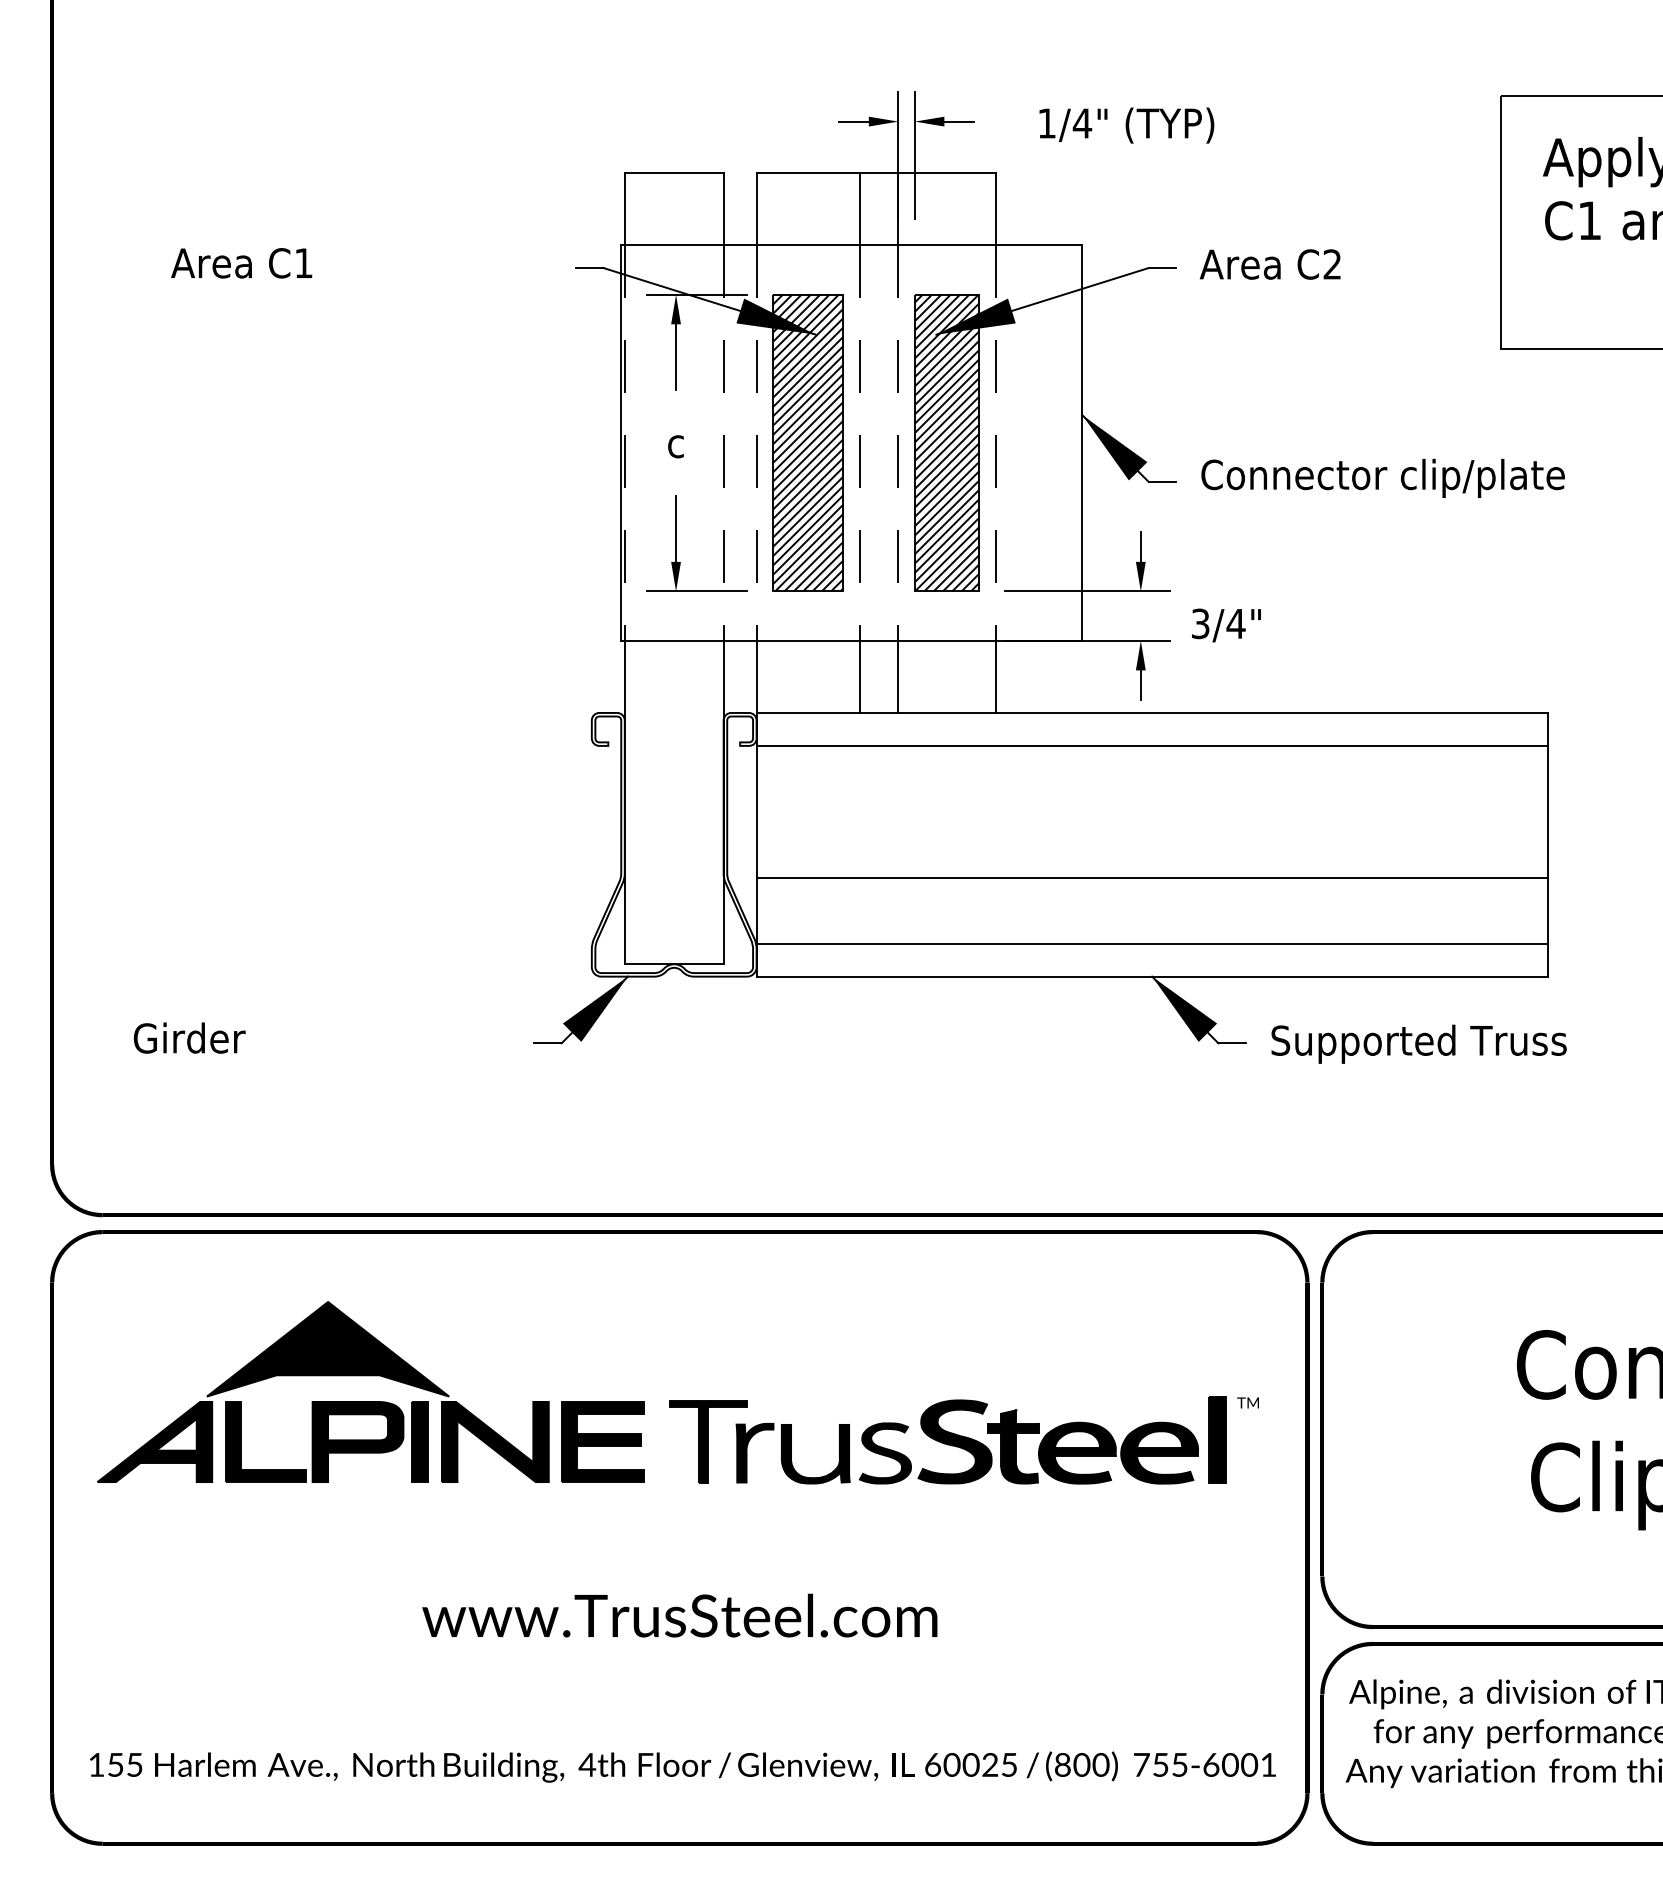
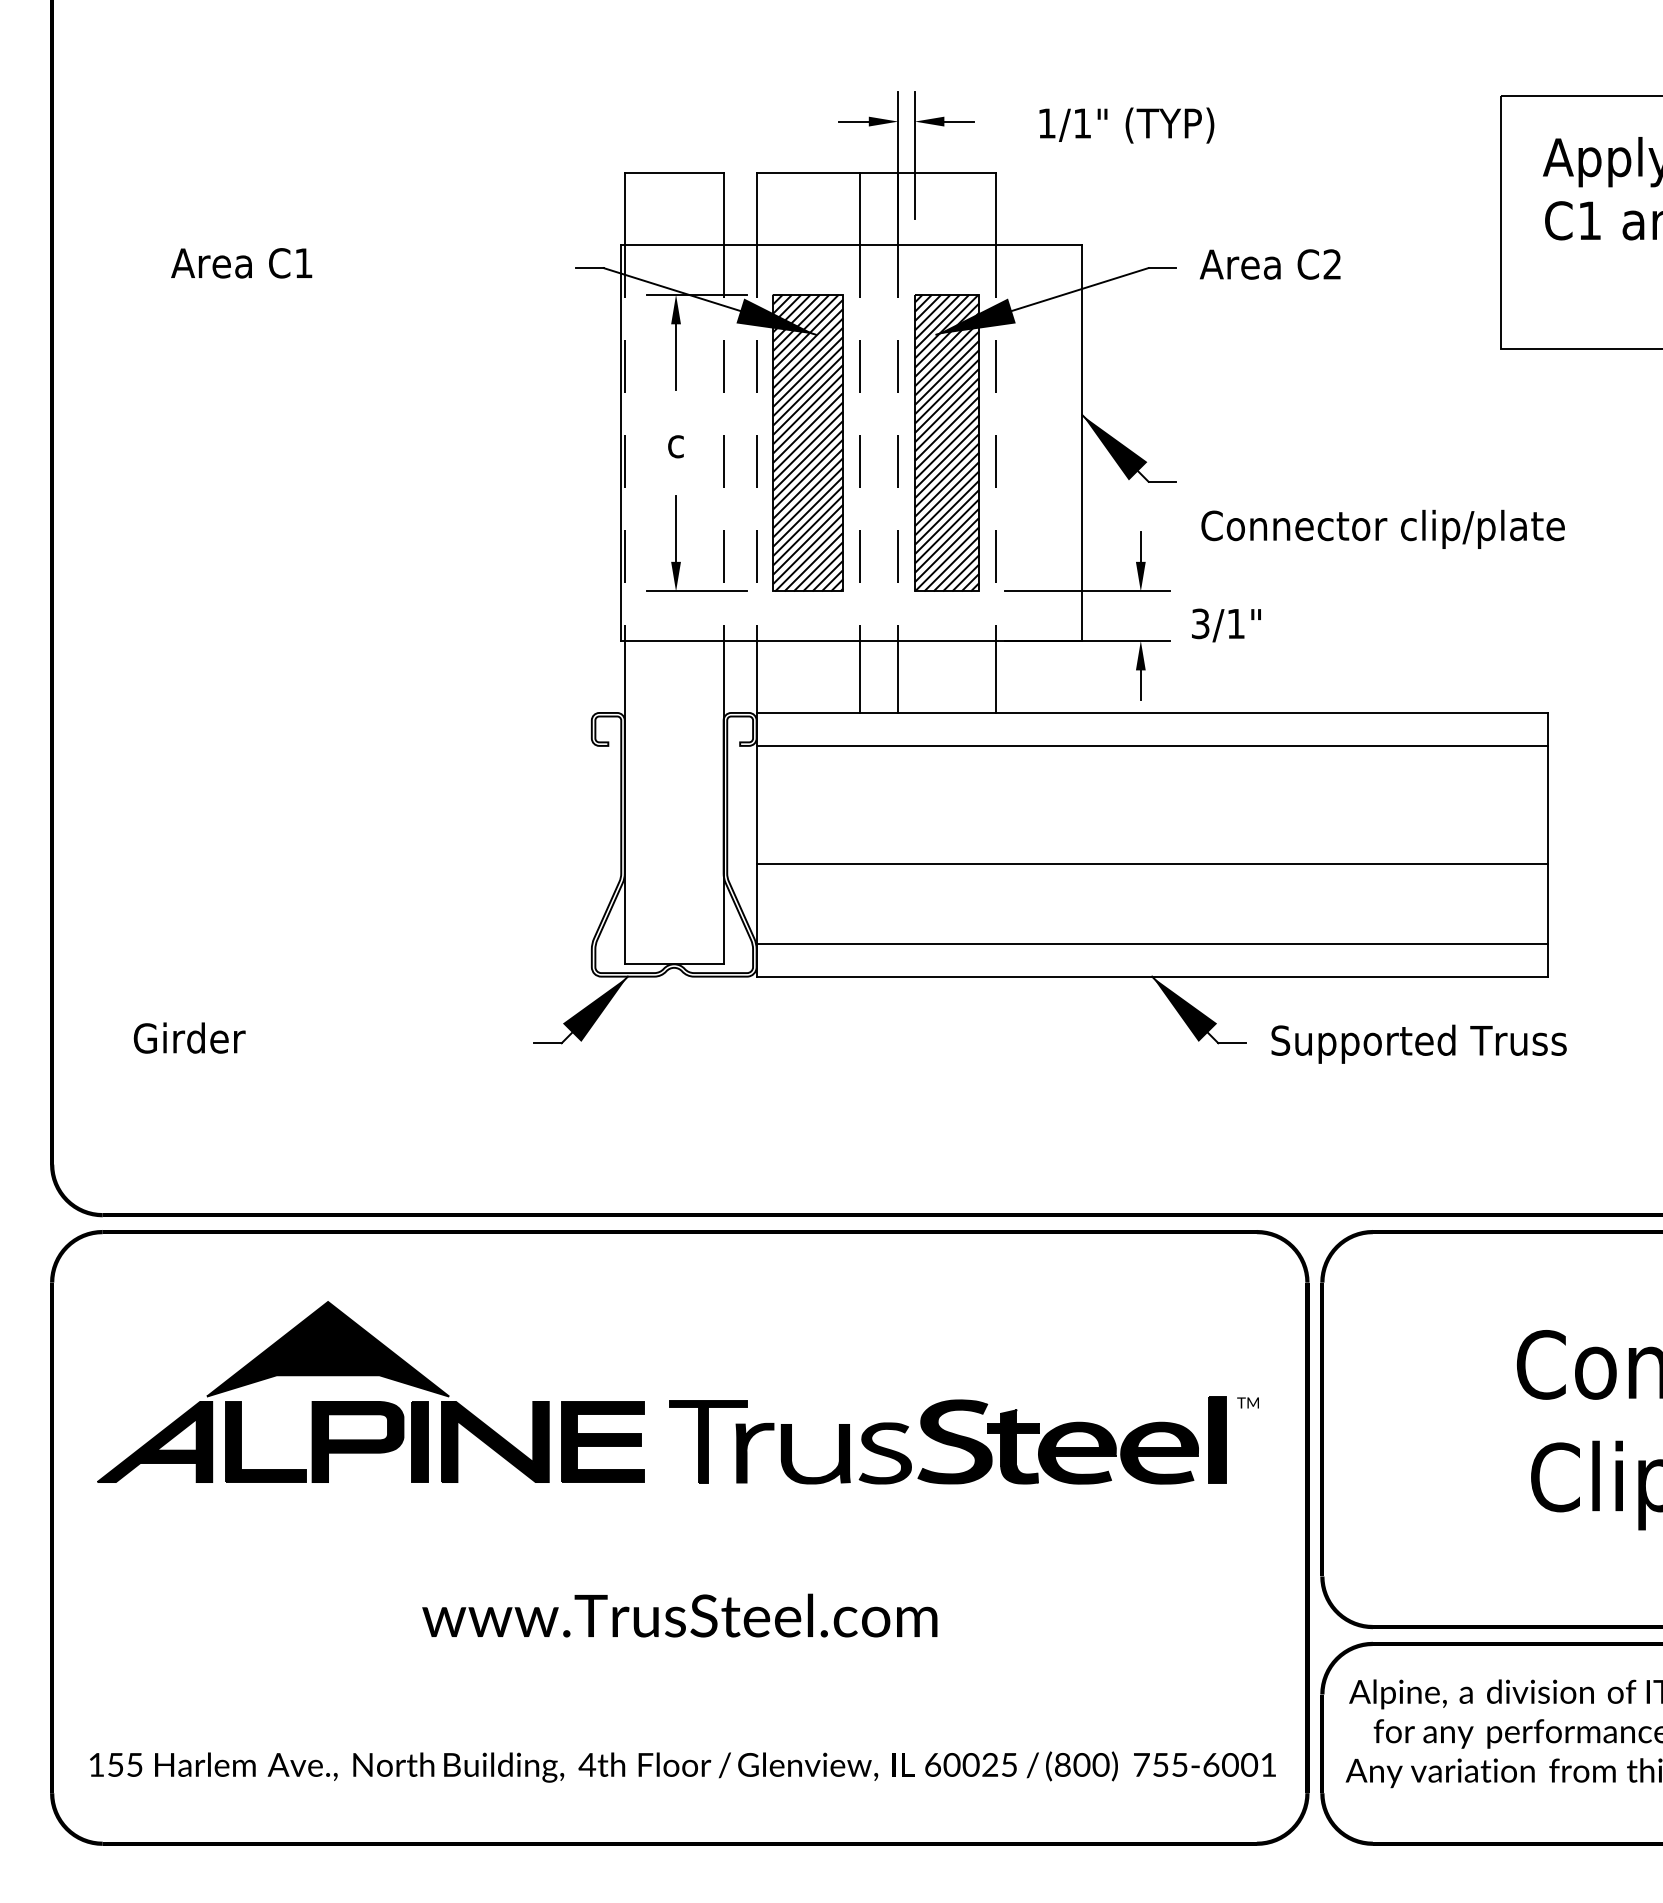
text at (1082, 123): 1/4" -> 1/1"
text at (1382, 477) position: (1382, 477) -> (1382, 528)
text at (1235, 623): 3/4" -> 3/1"
line at (1151, 877) position: (1151, 877) -> (1151, 863)
